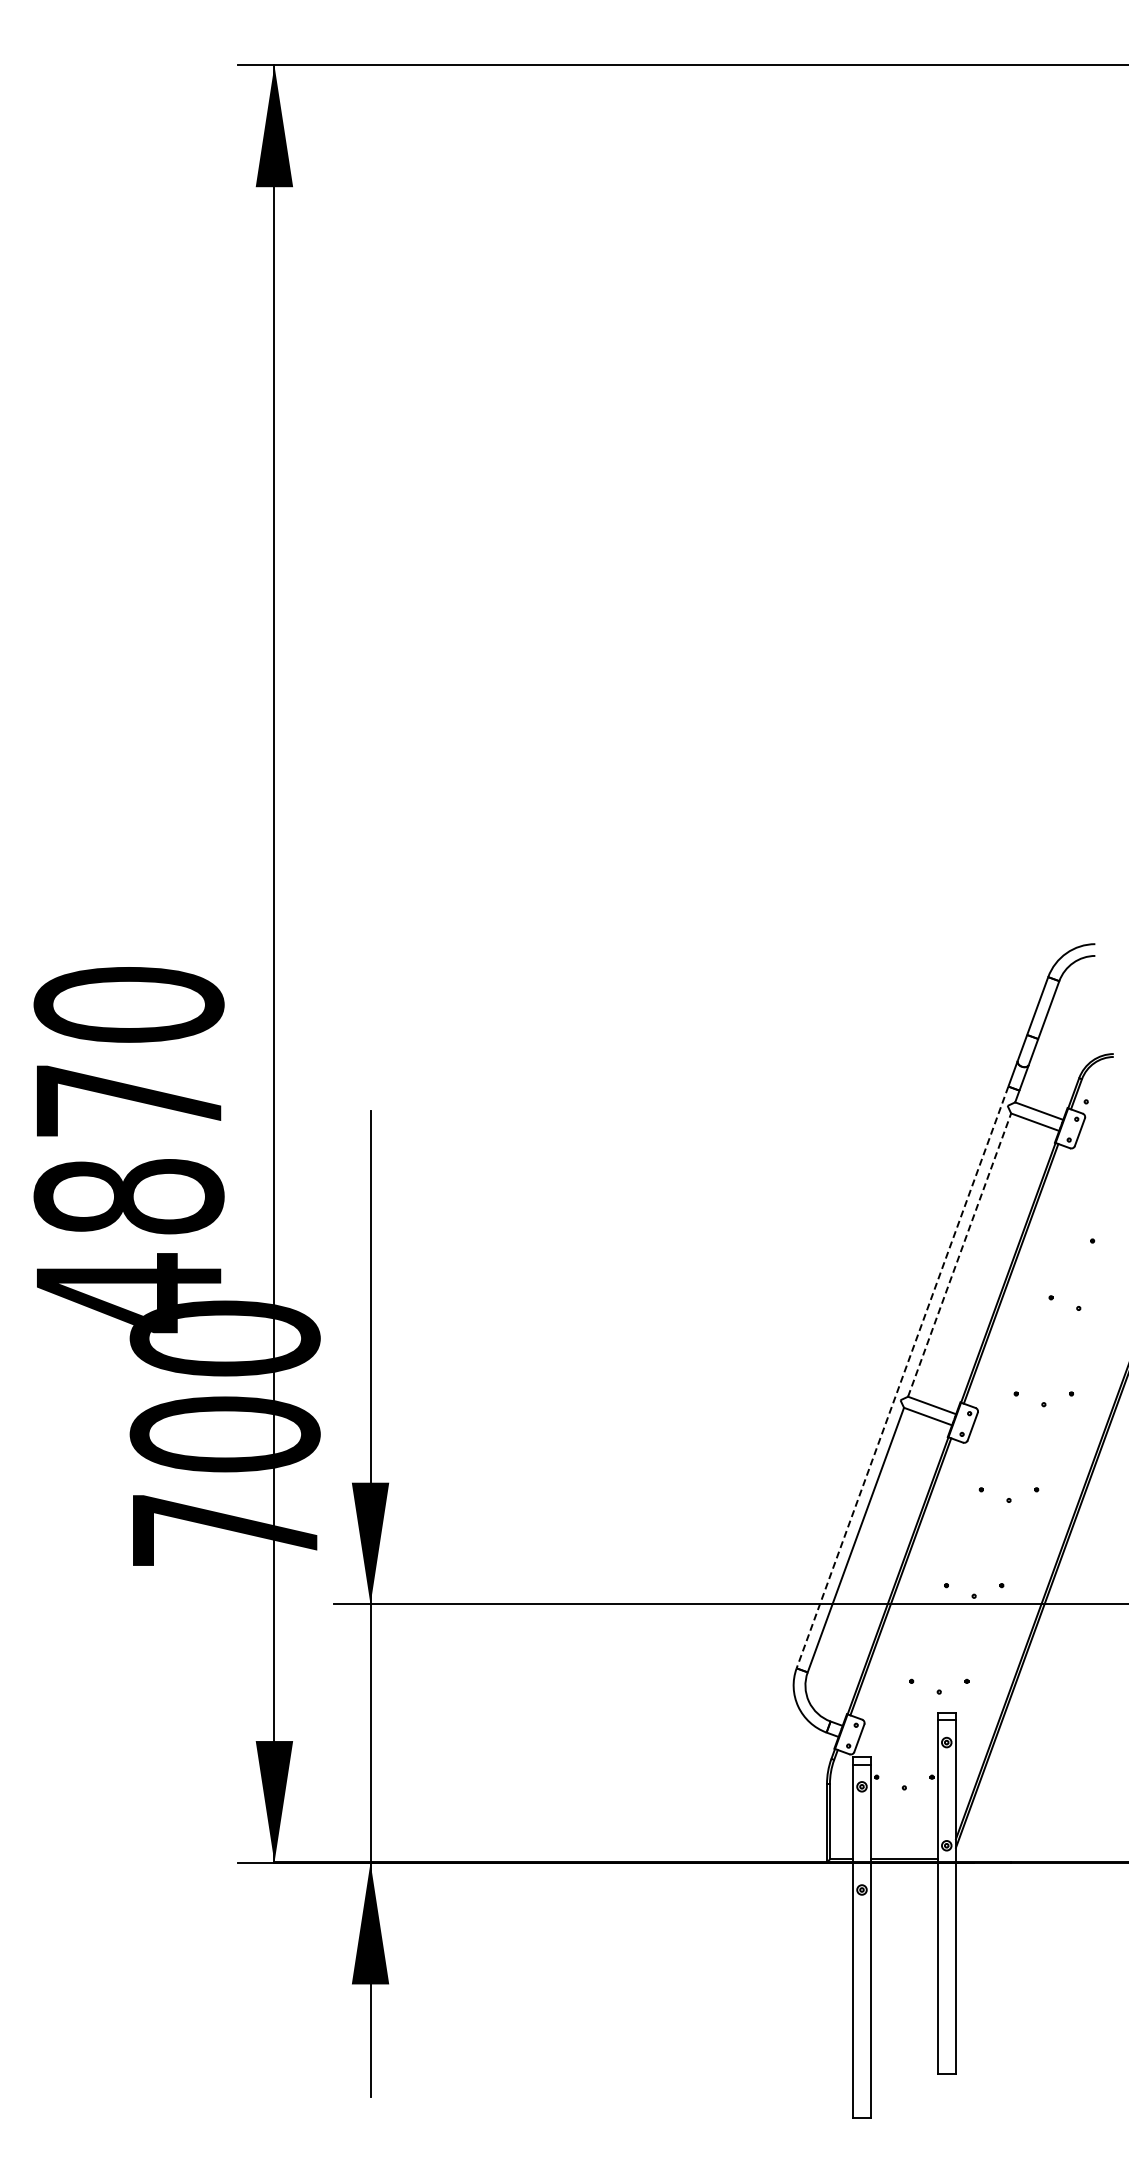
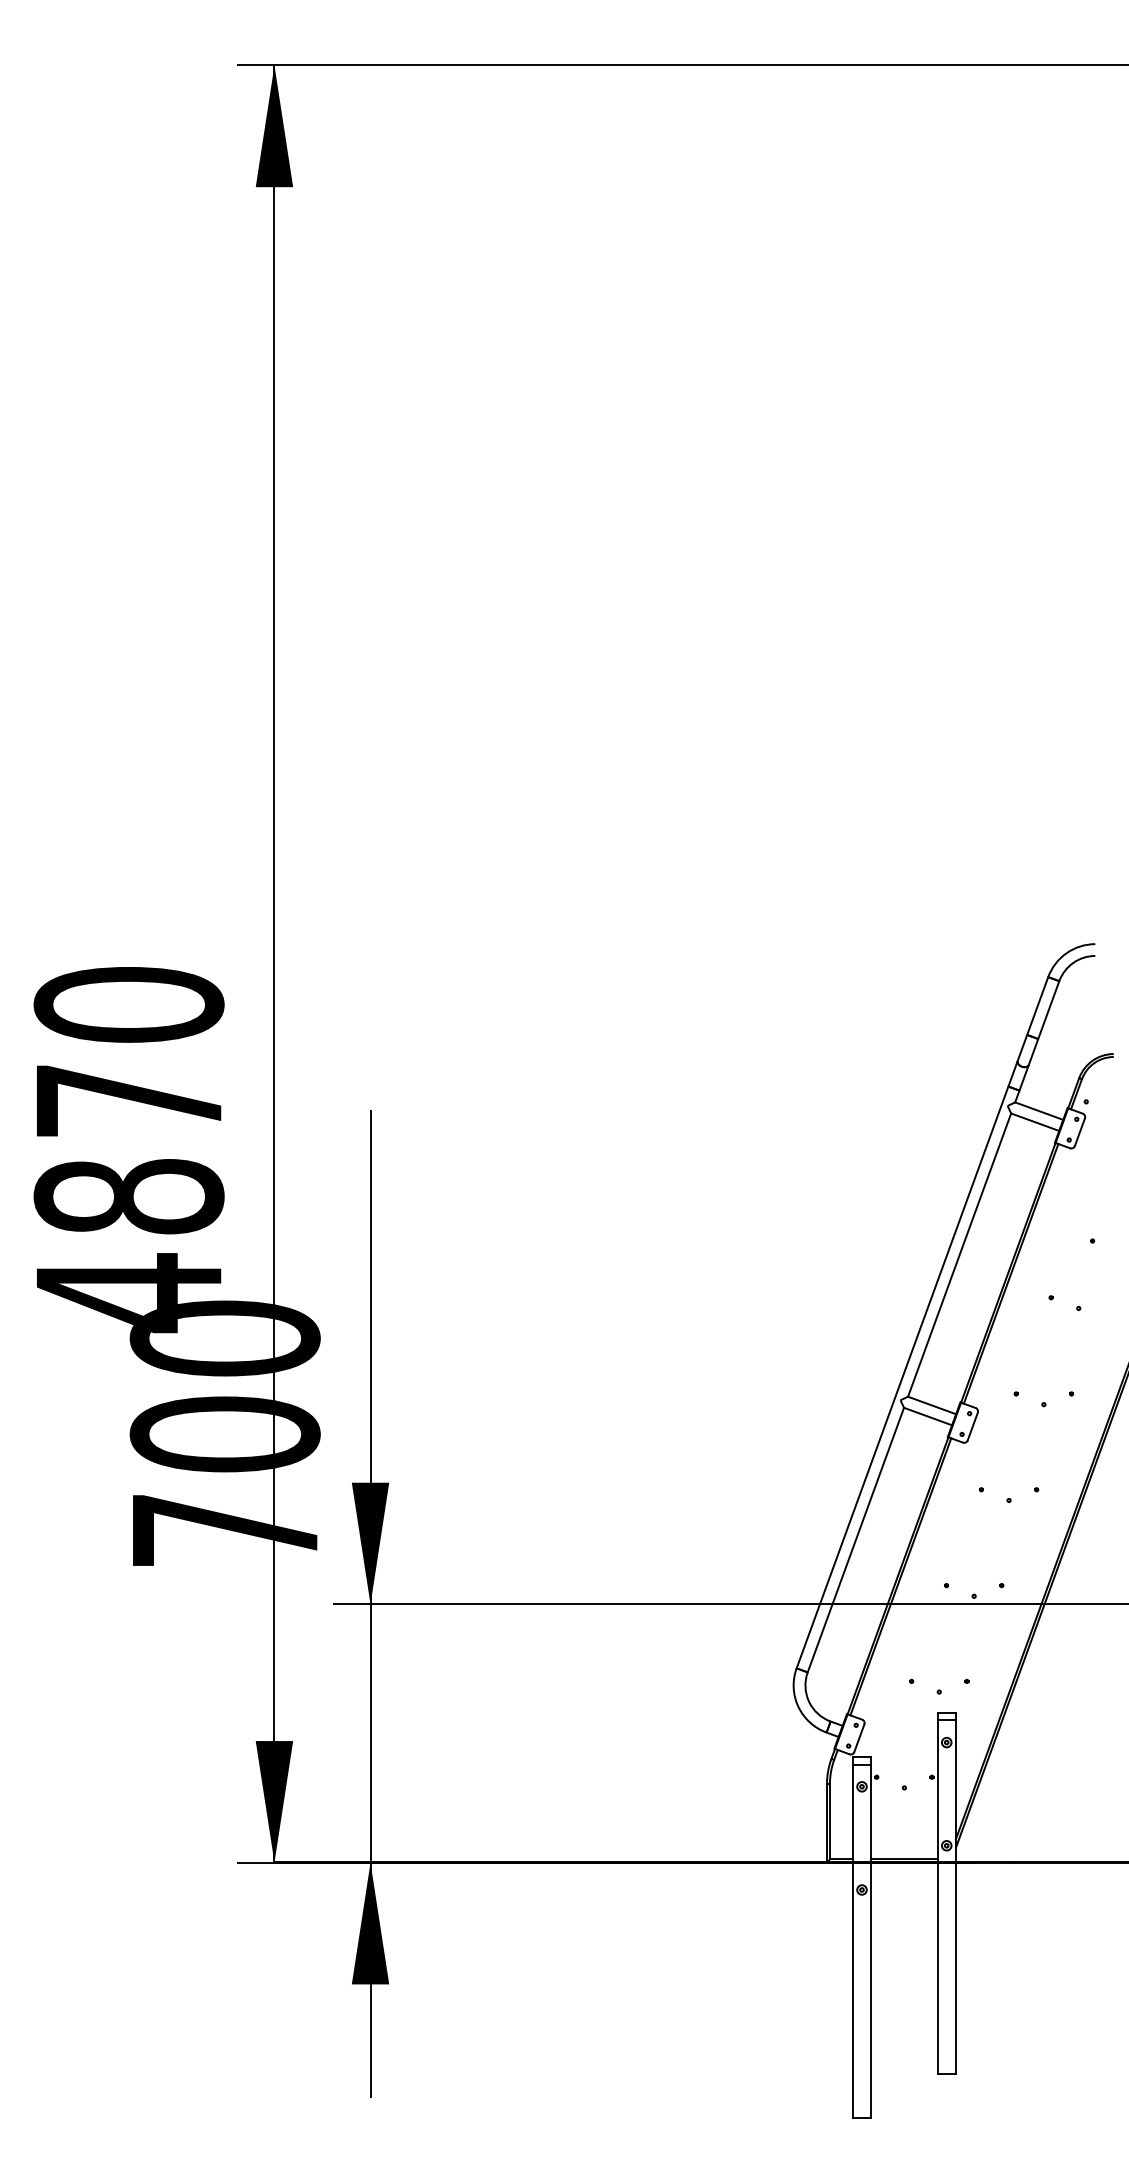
line at (959, 1255): dashed -> solid
line at (902, 1377): dashed -> solid
